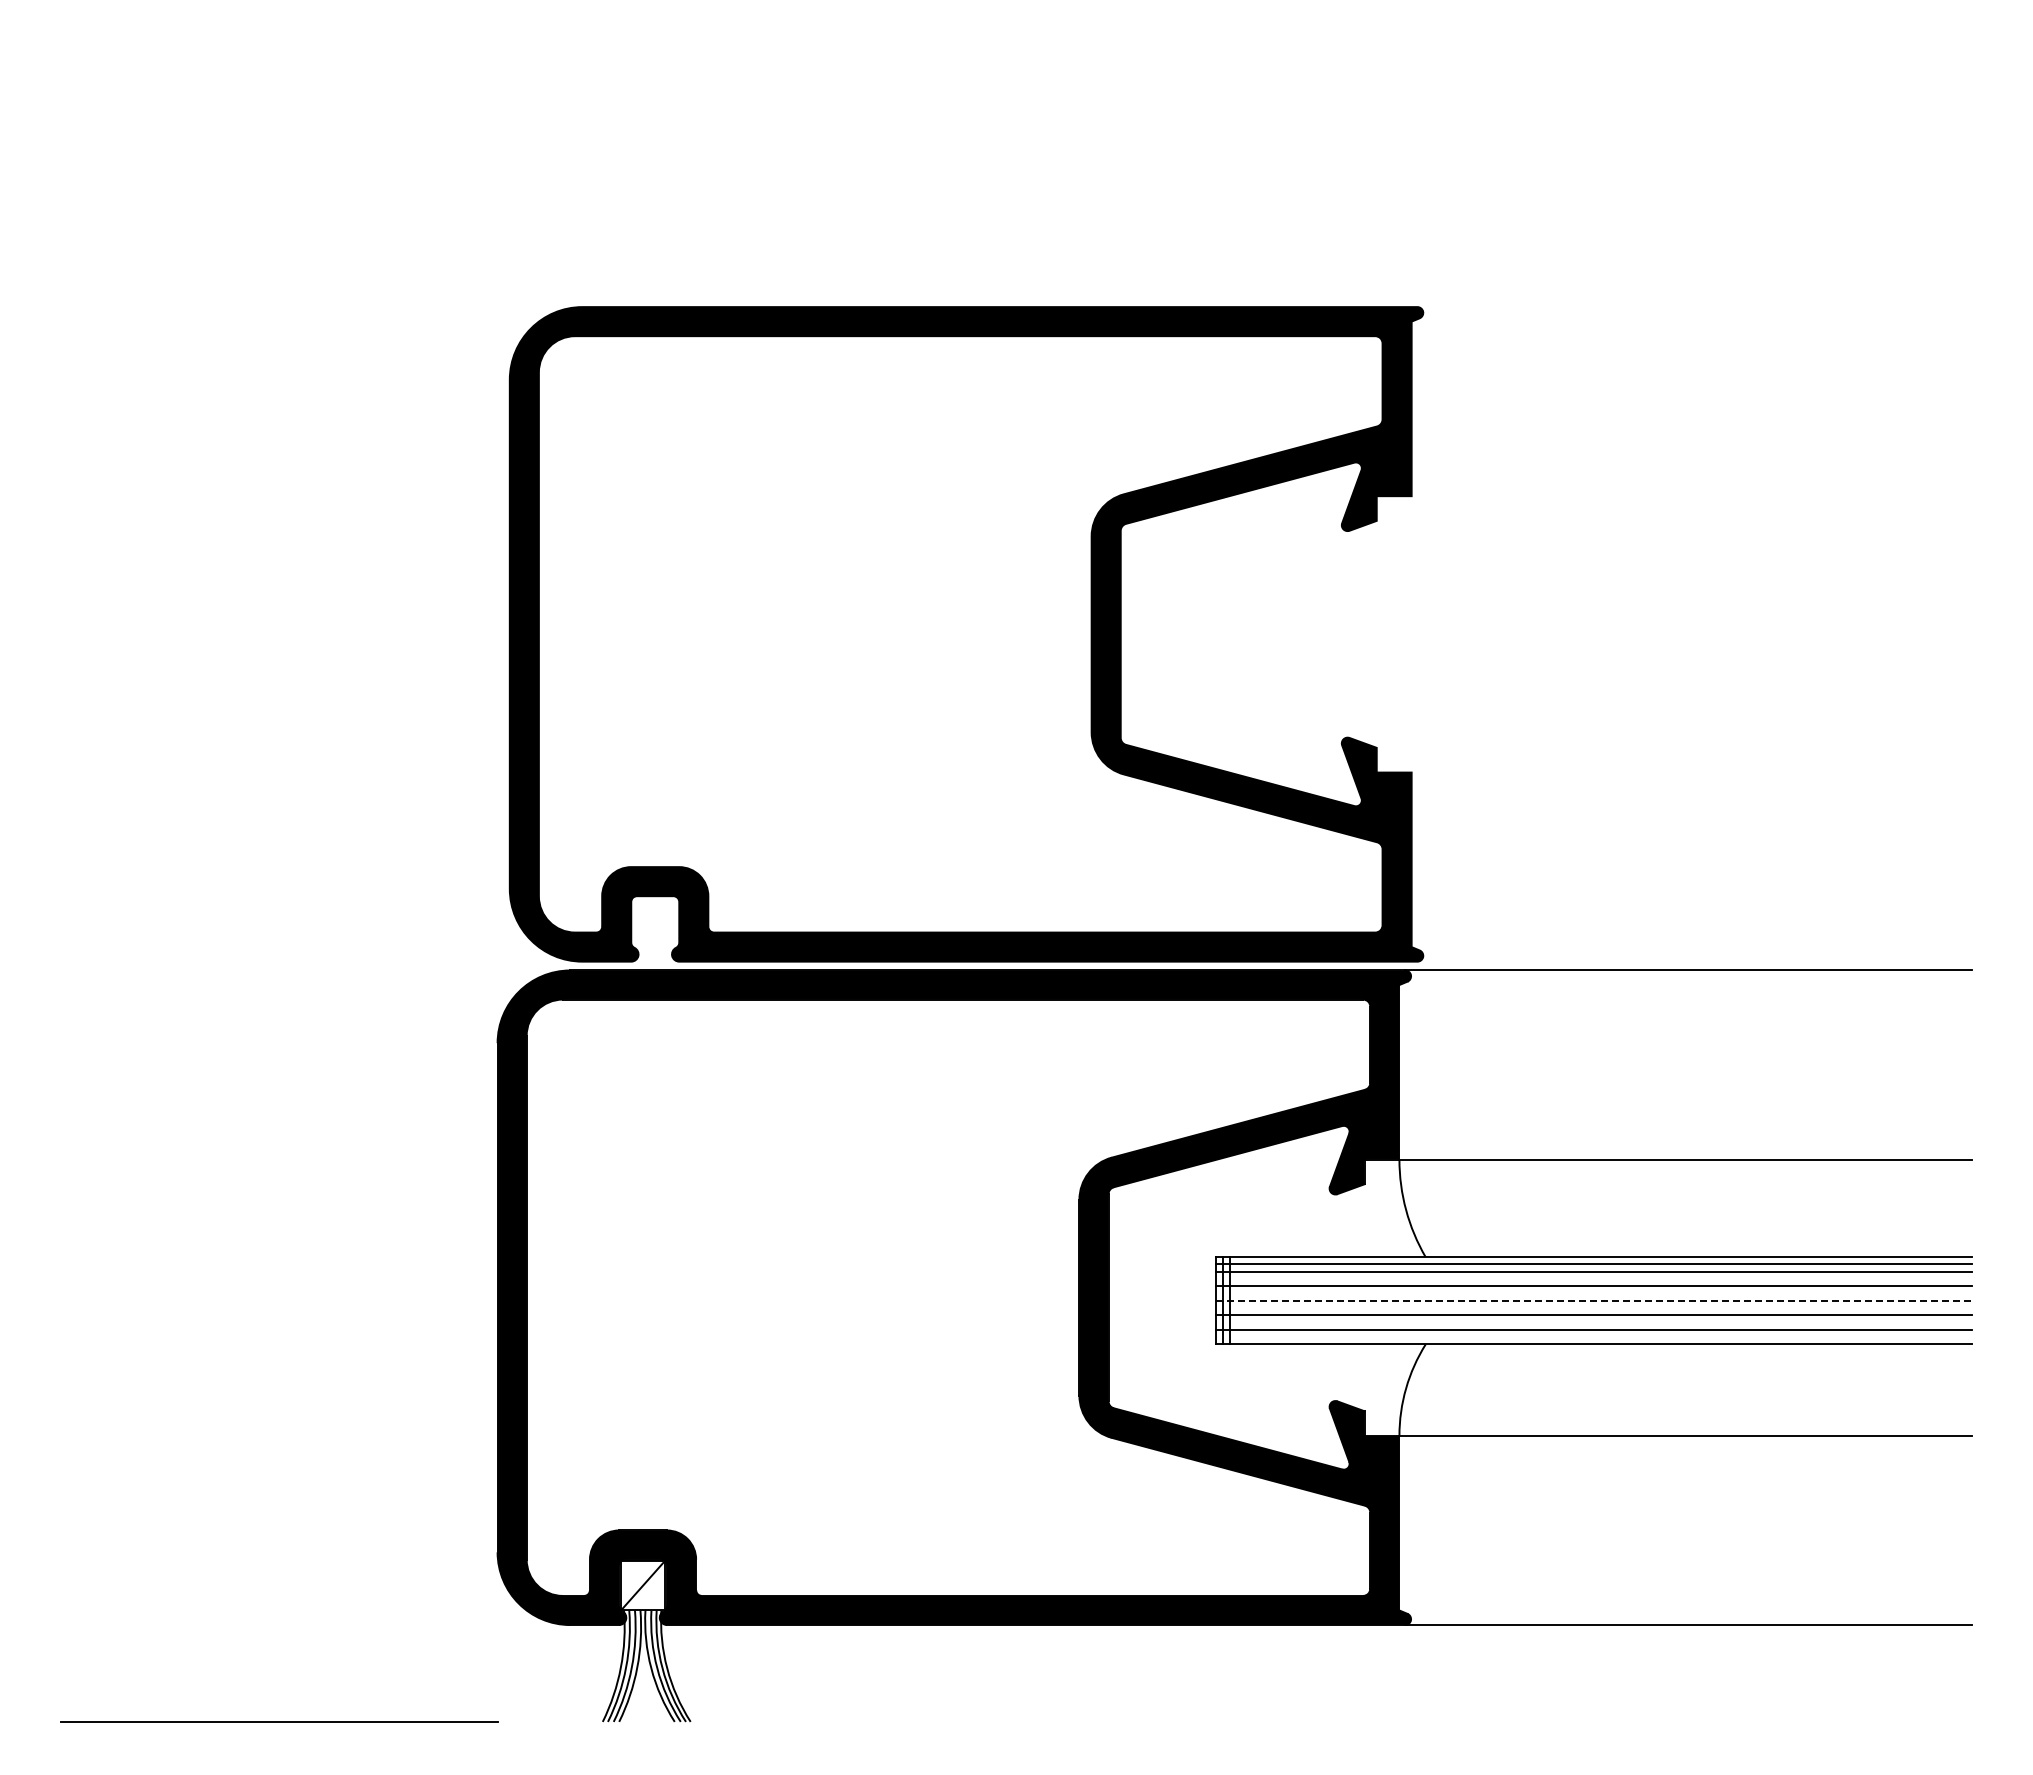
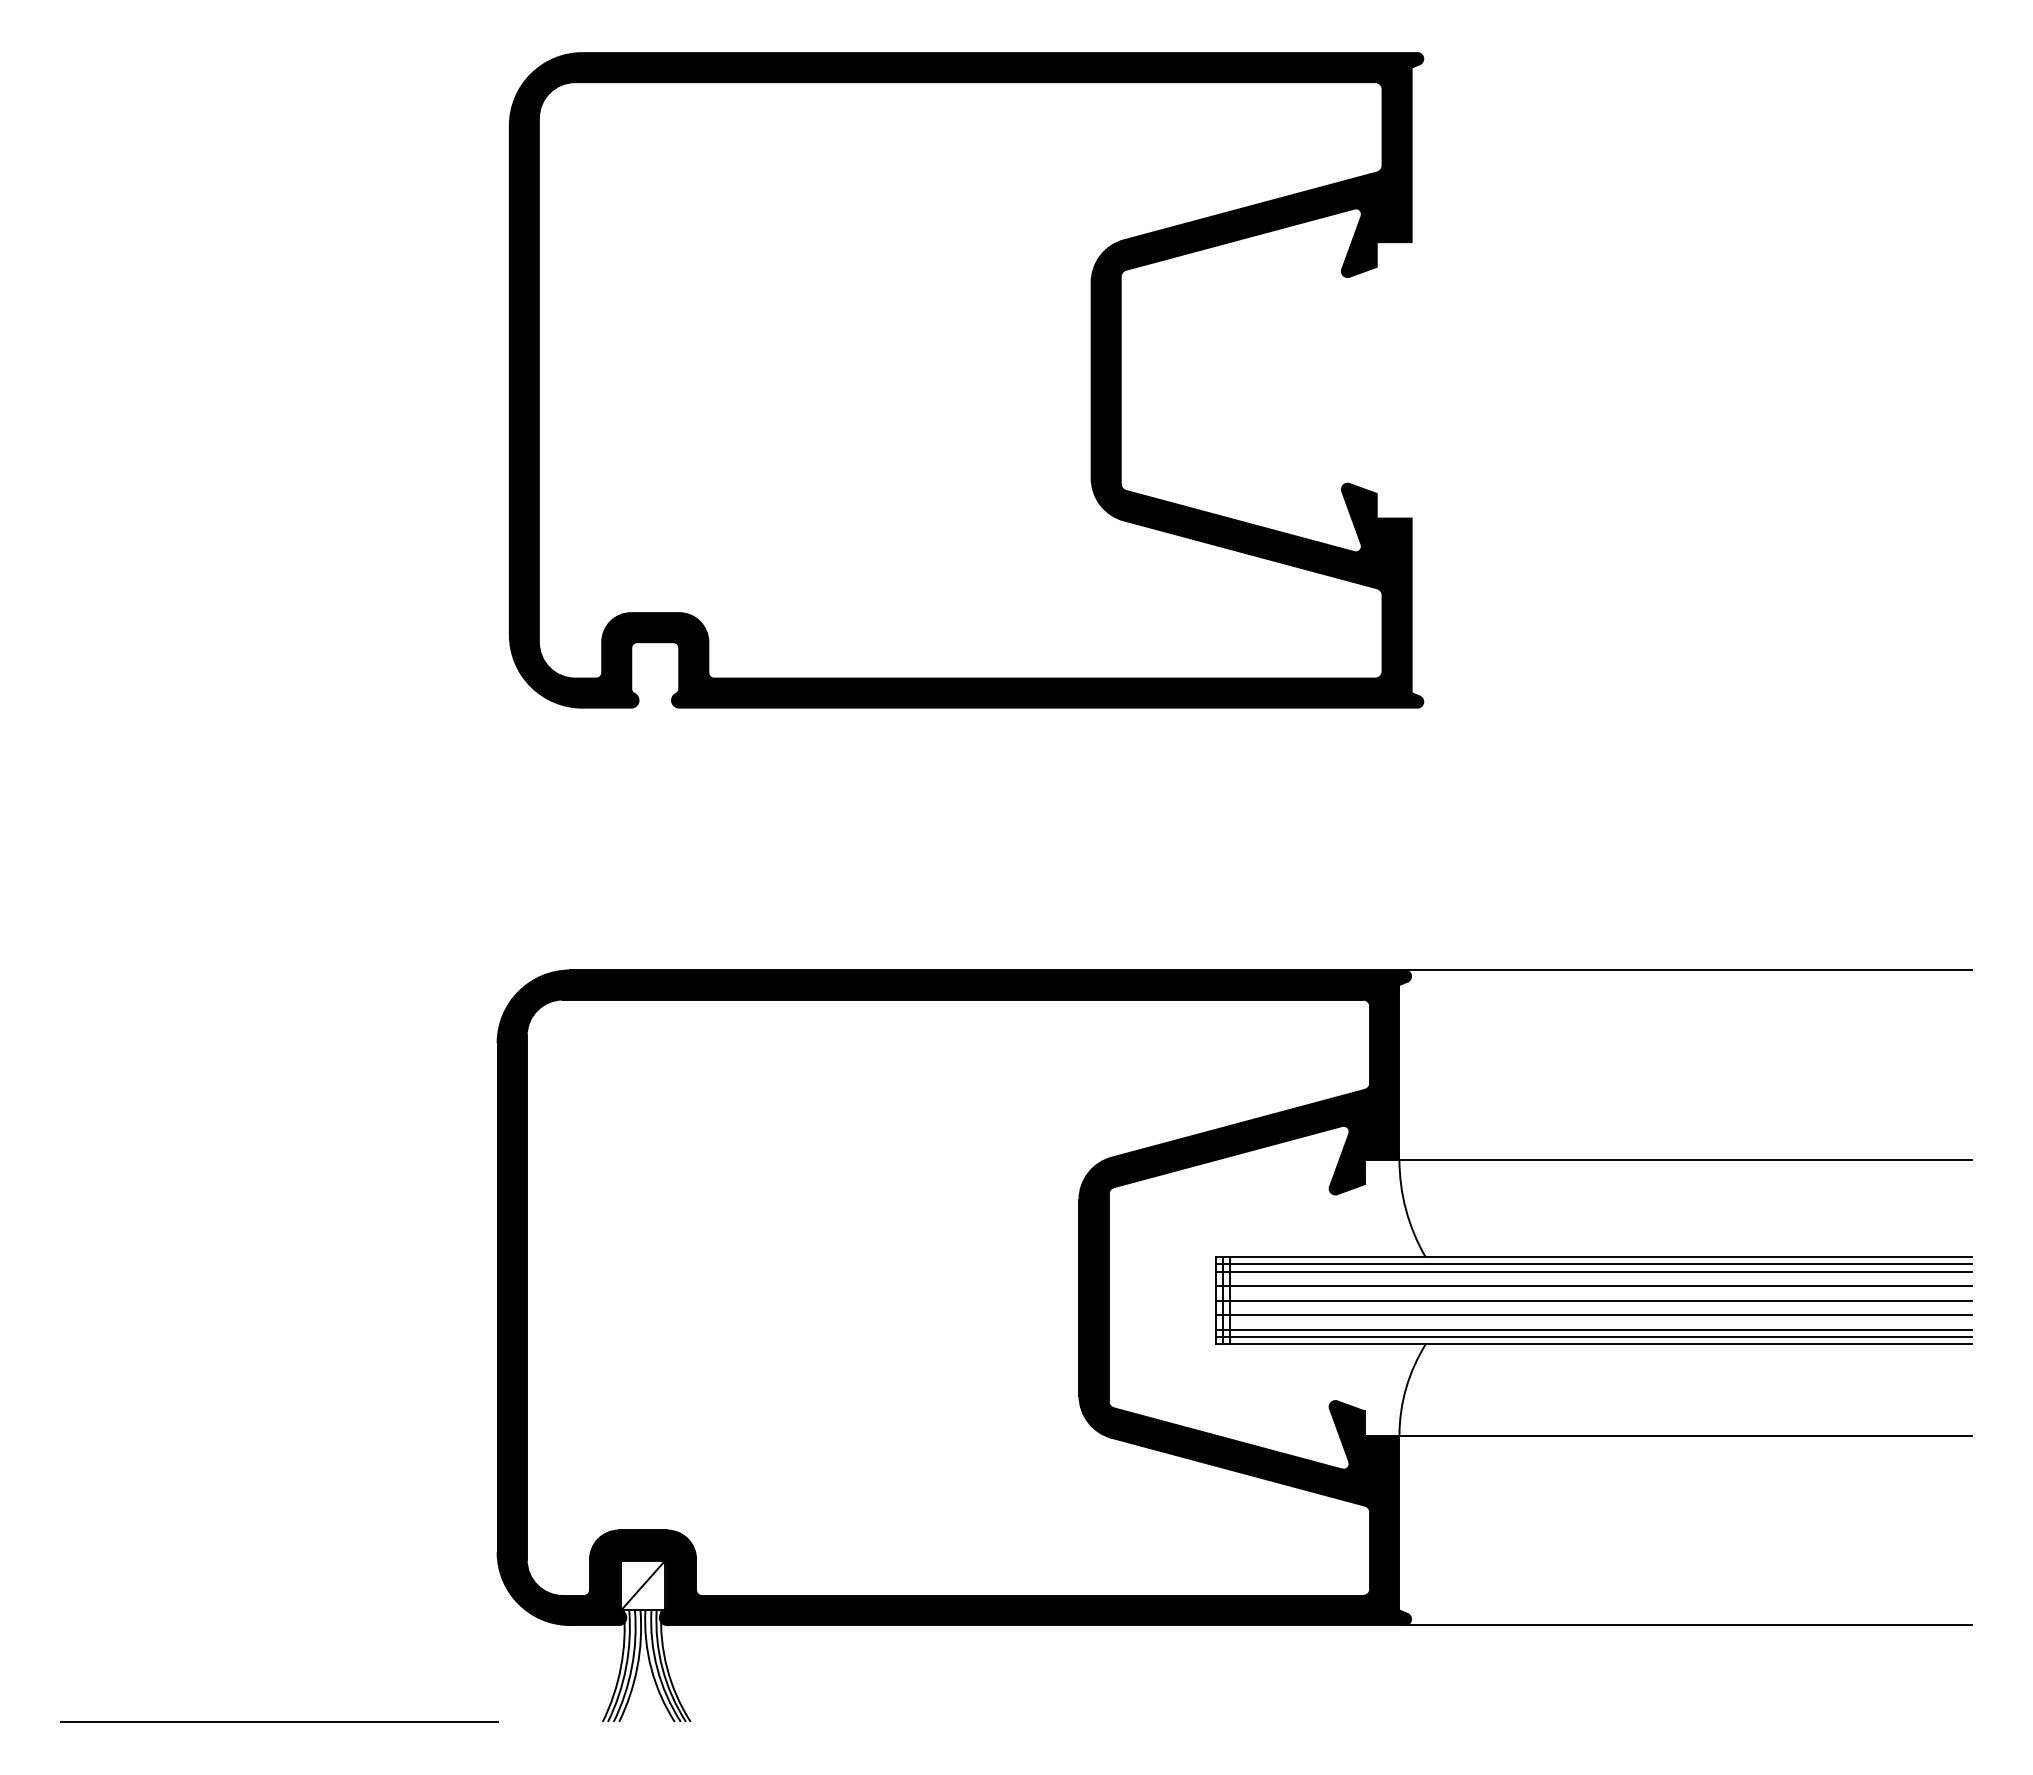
part at (966, 634) position: (966, 634) -> (966, 380)
line at (1594, 1300): dashed -> solid
line at (1593, 1337): none -> present
